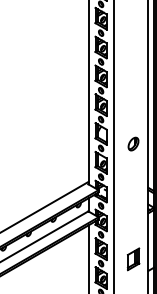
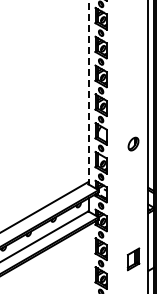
line at (88, 92): solid -> dashed
line at (113, 146): present -> none
line at (88, 257): present -> none
